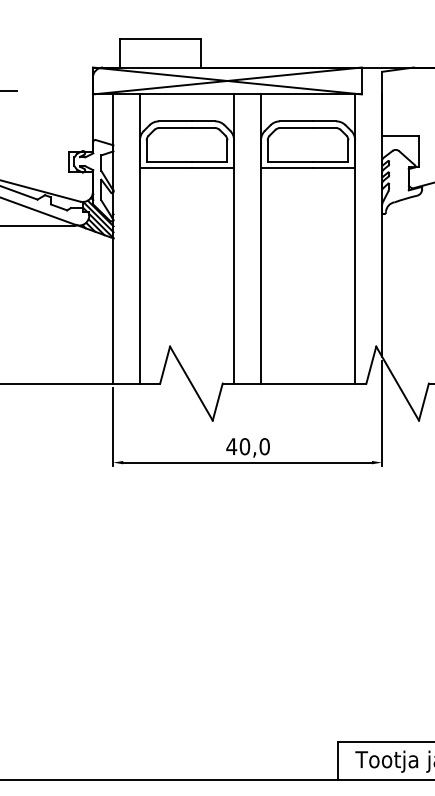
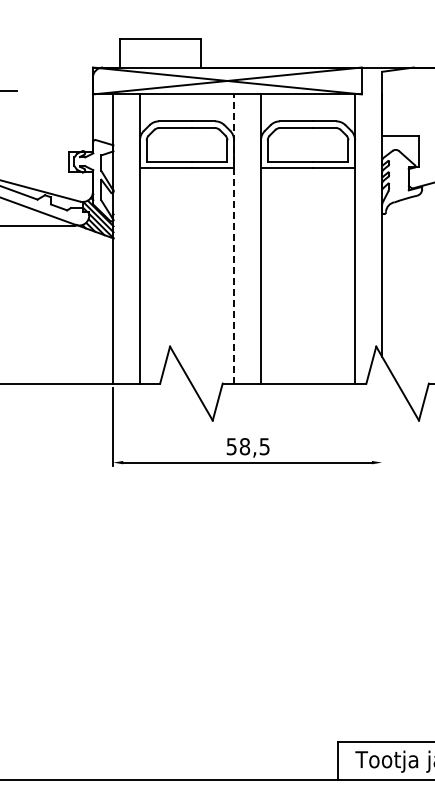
line at (234, 239): solid -> dashed
line at (382, 412): present -> none
text at (247, 446): 40,0 -> 58,5
